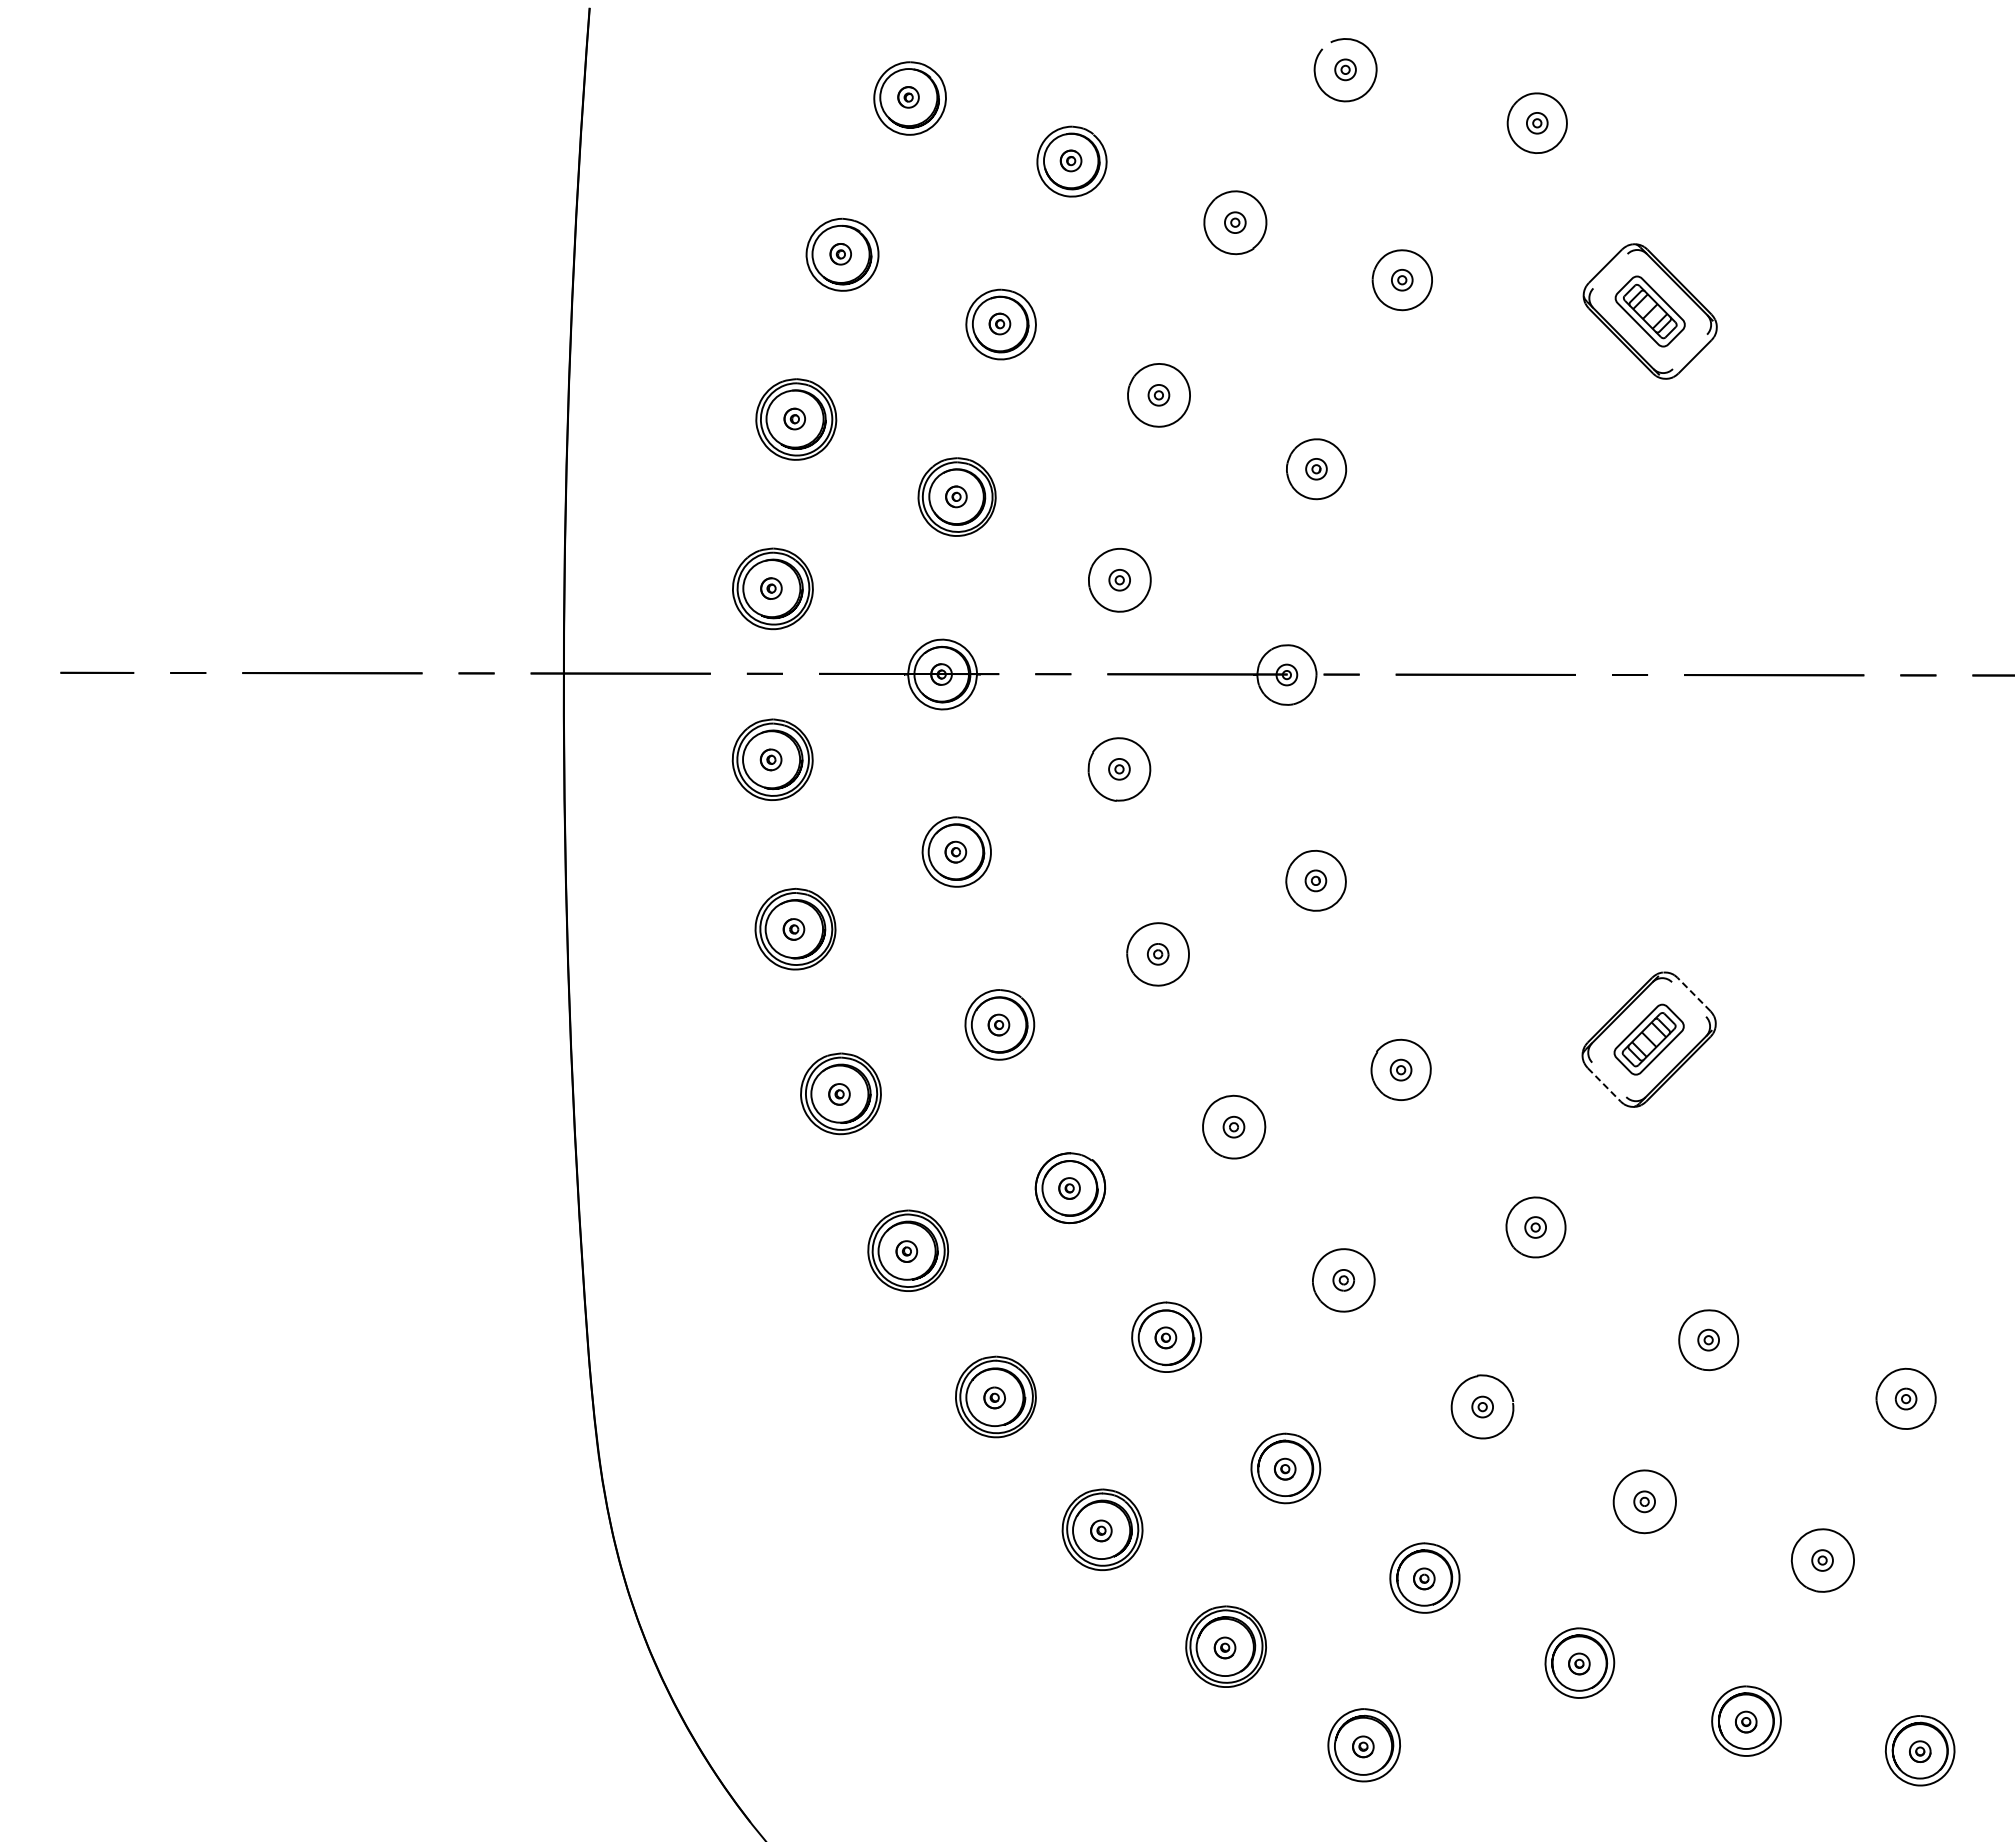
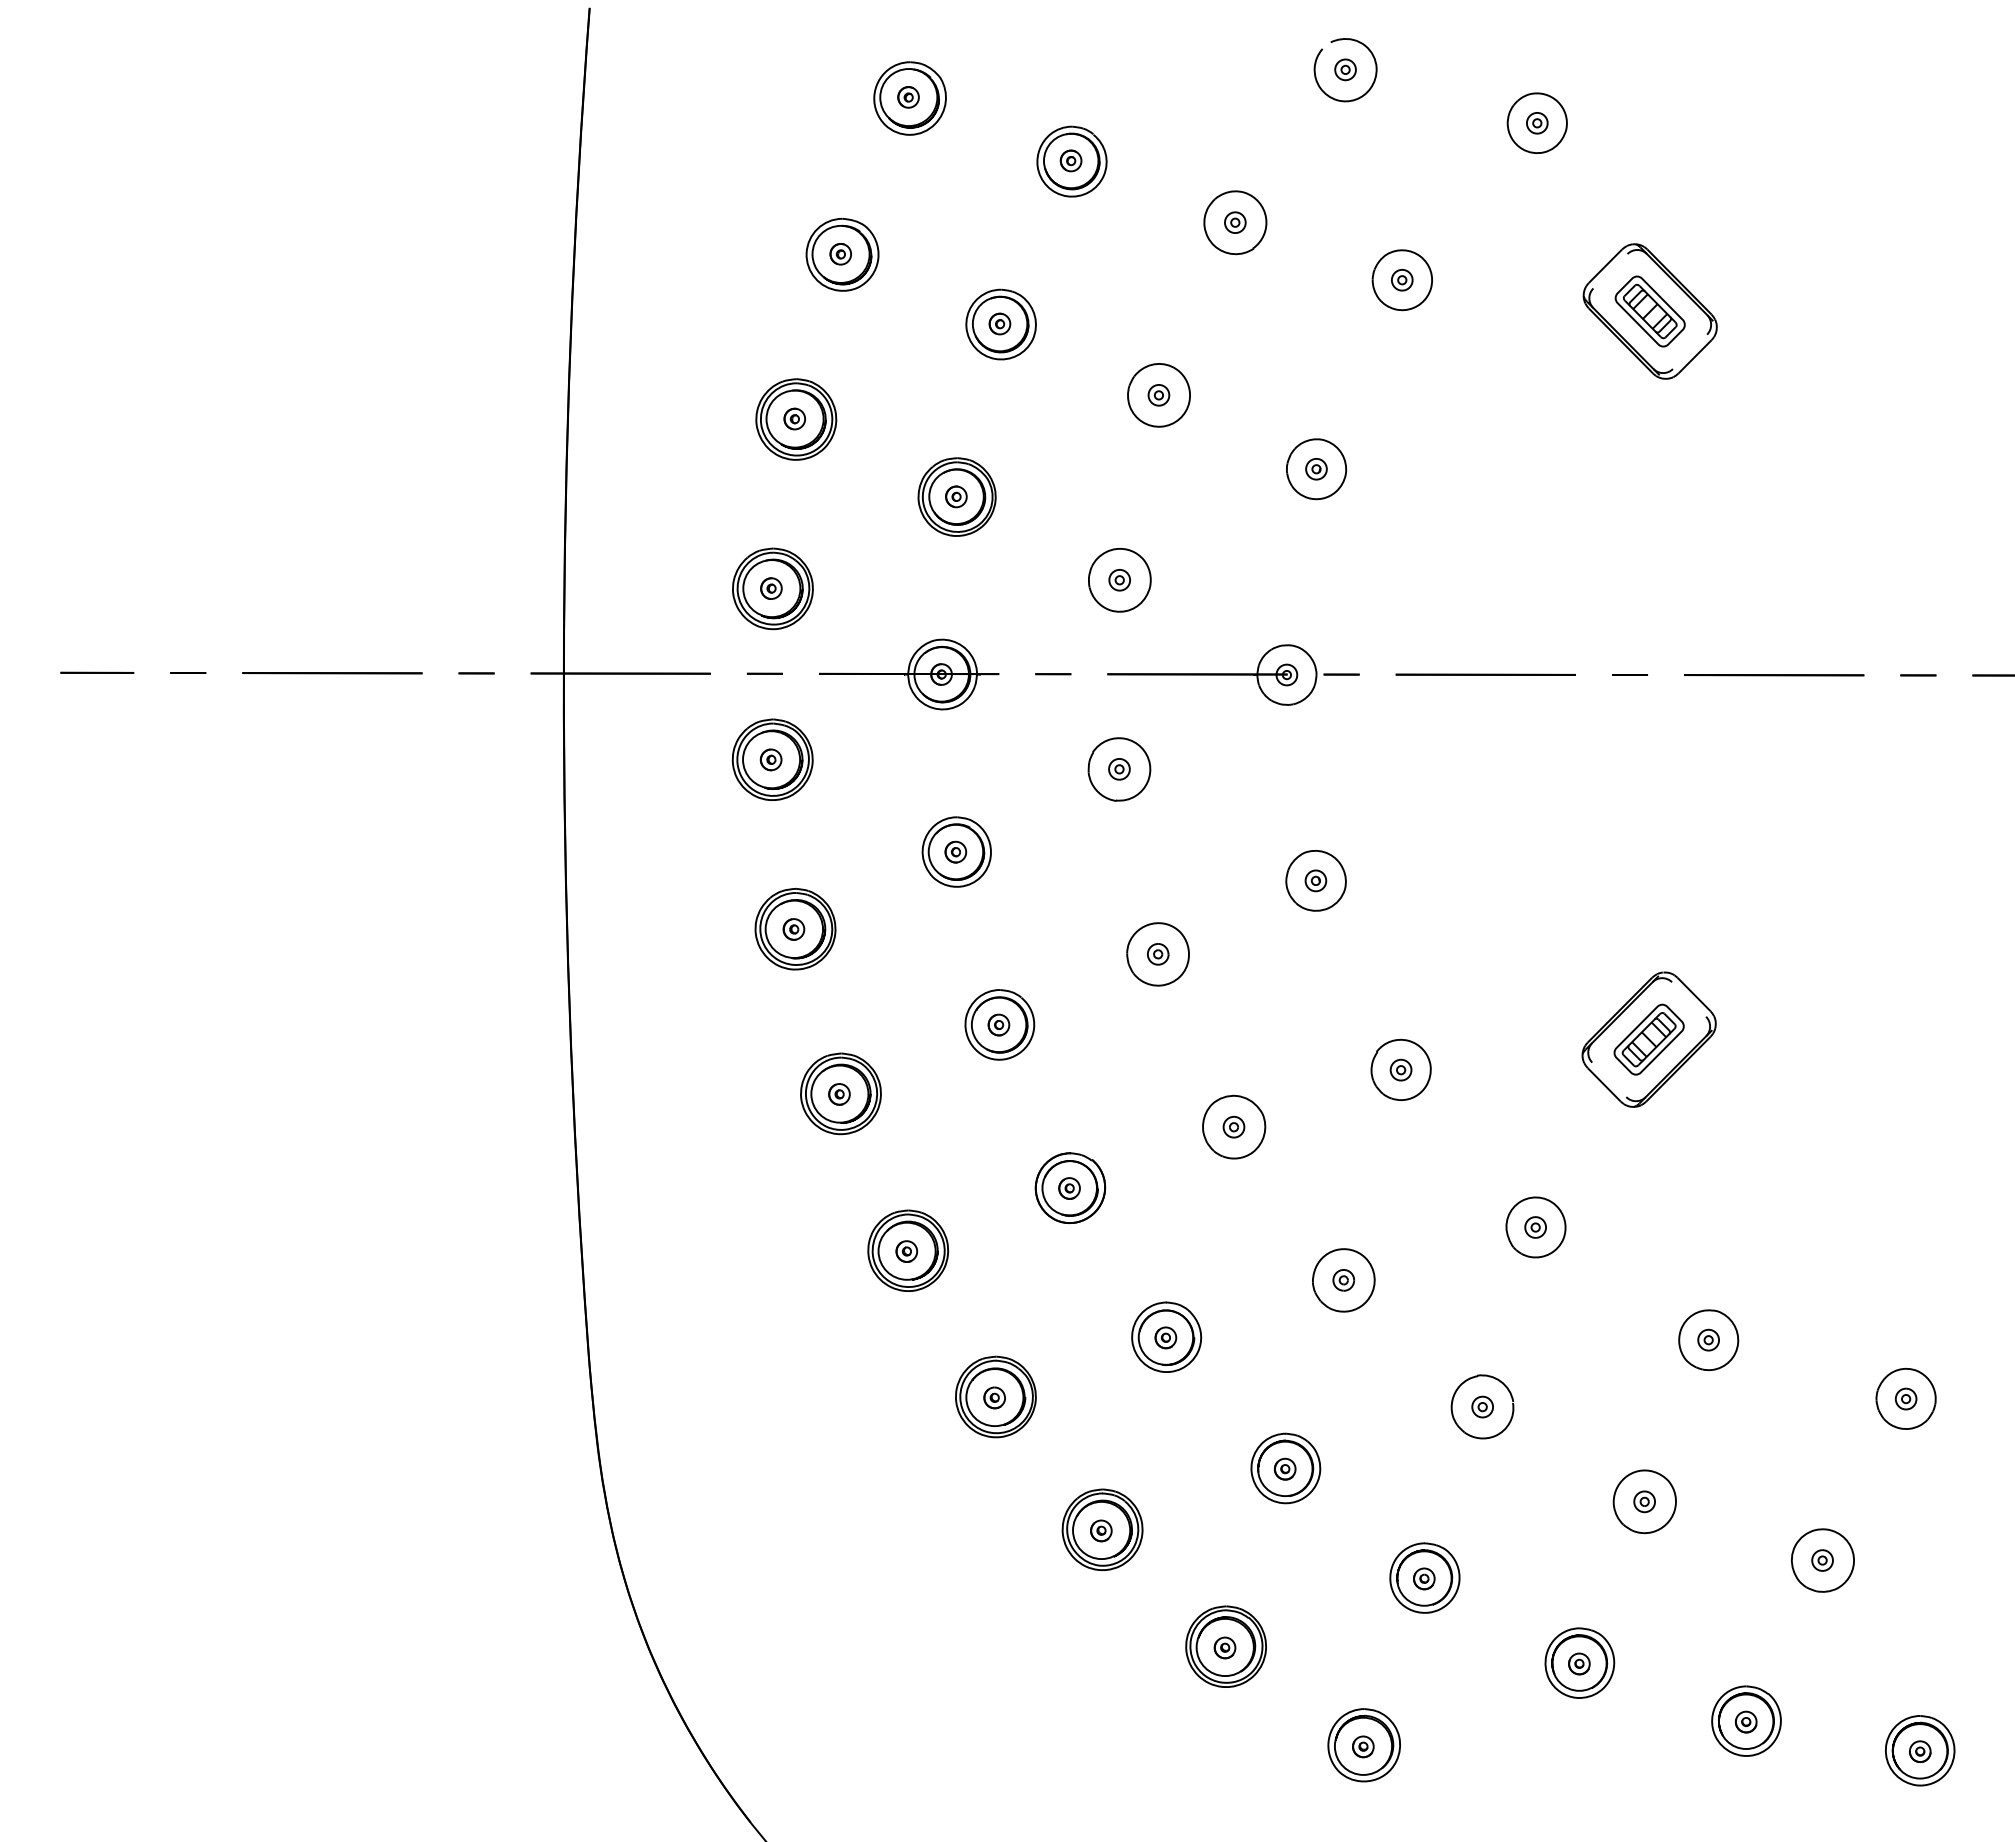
line at (1694, 994): dashed -> solid
line at (1604, 1084): dashed -> solid
